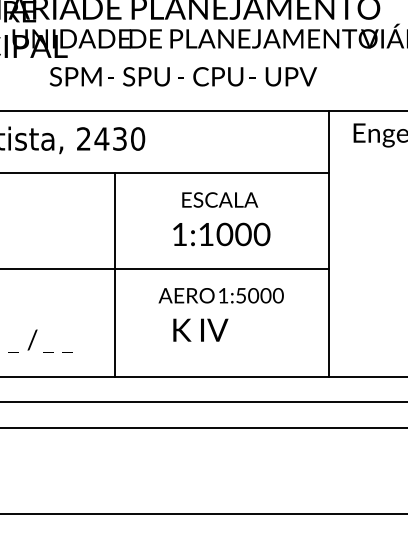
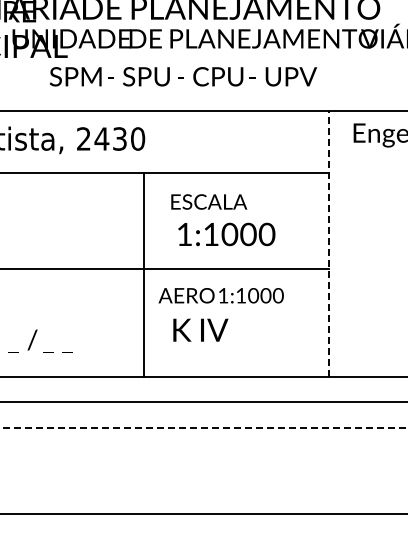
text at (220, 199) position: (220, 199) -> (209, 201)
text at (221, 234) position: (221, 234) -> (226, 234)
line at (329, 243): solid -> dashed
line at (115, 274) position: (115, 274) -> (144, 274)
text at (240, 295): 1:5000 -> 1:1000
line at (203, 428): solid -> dashed
